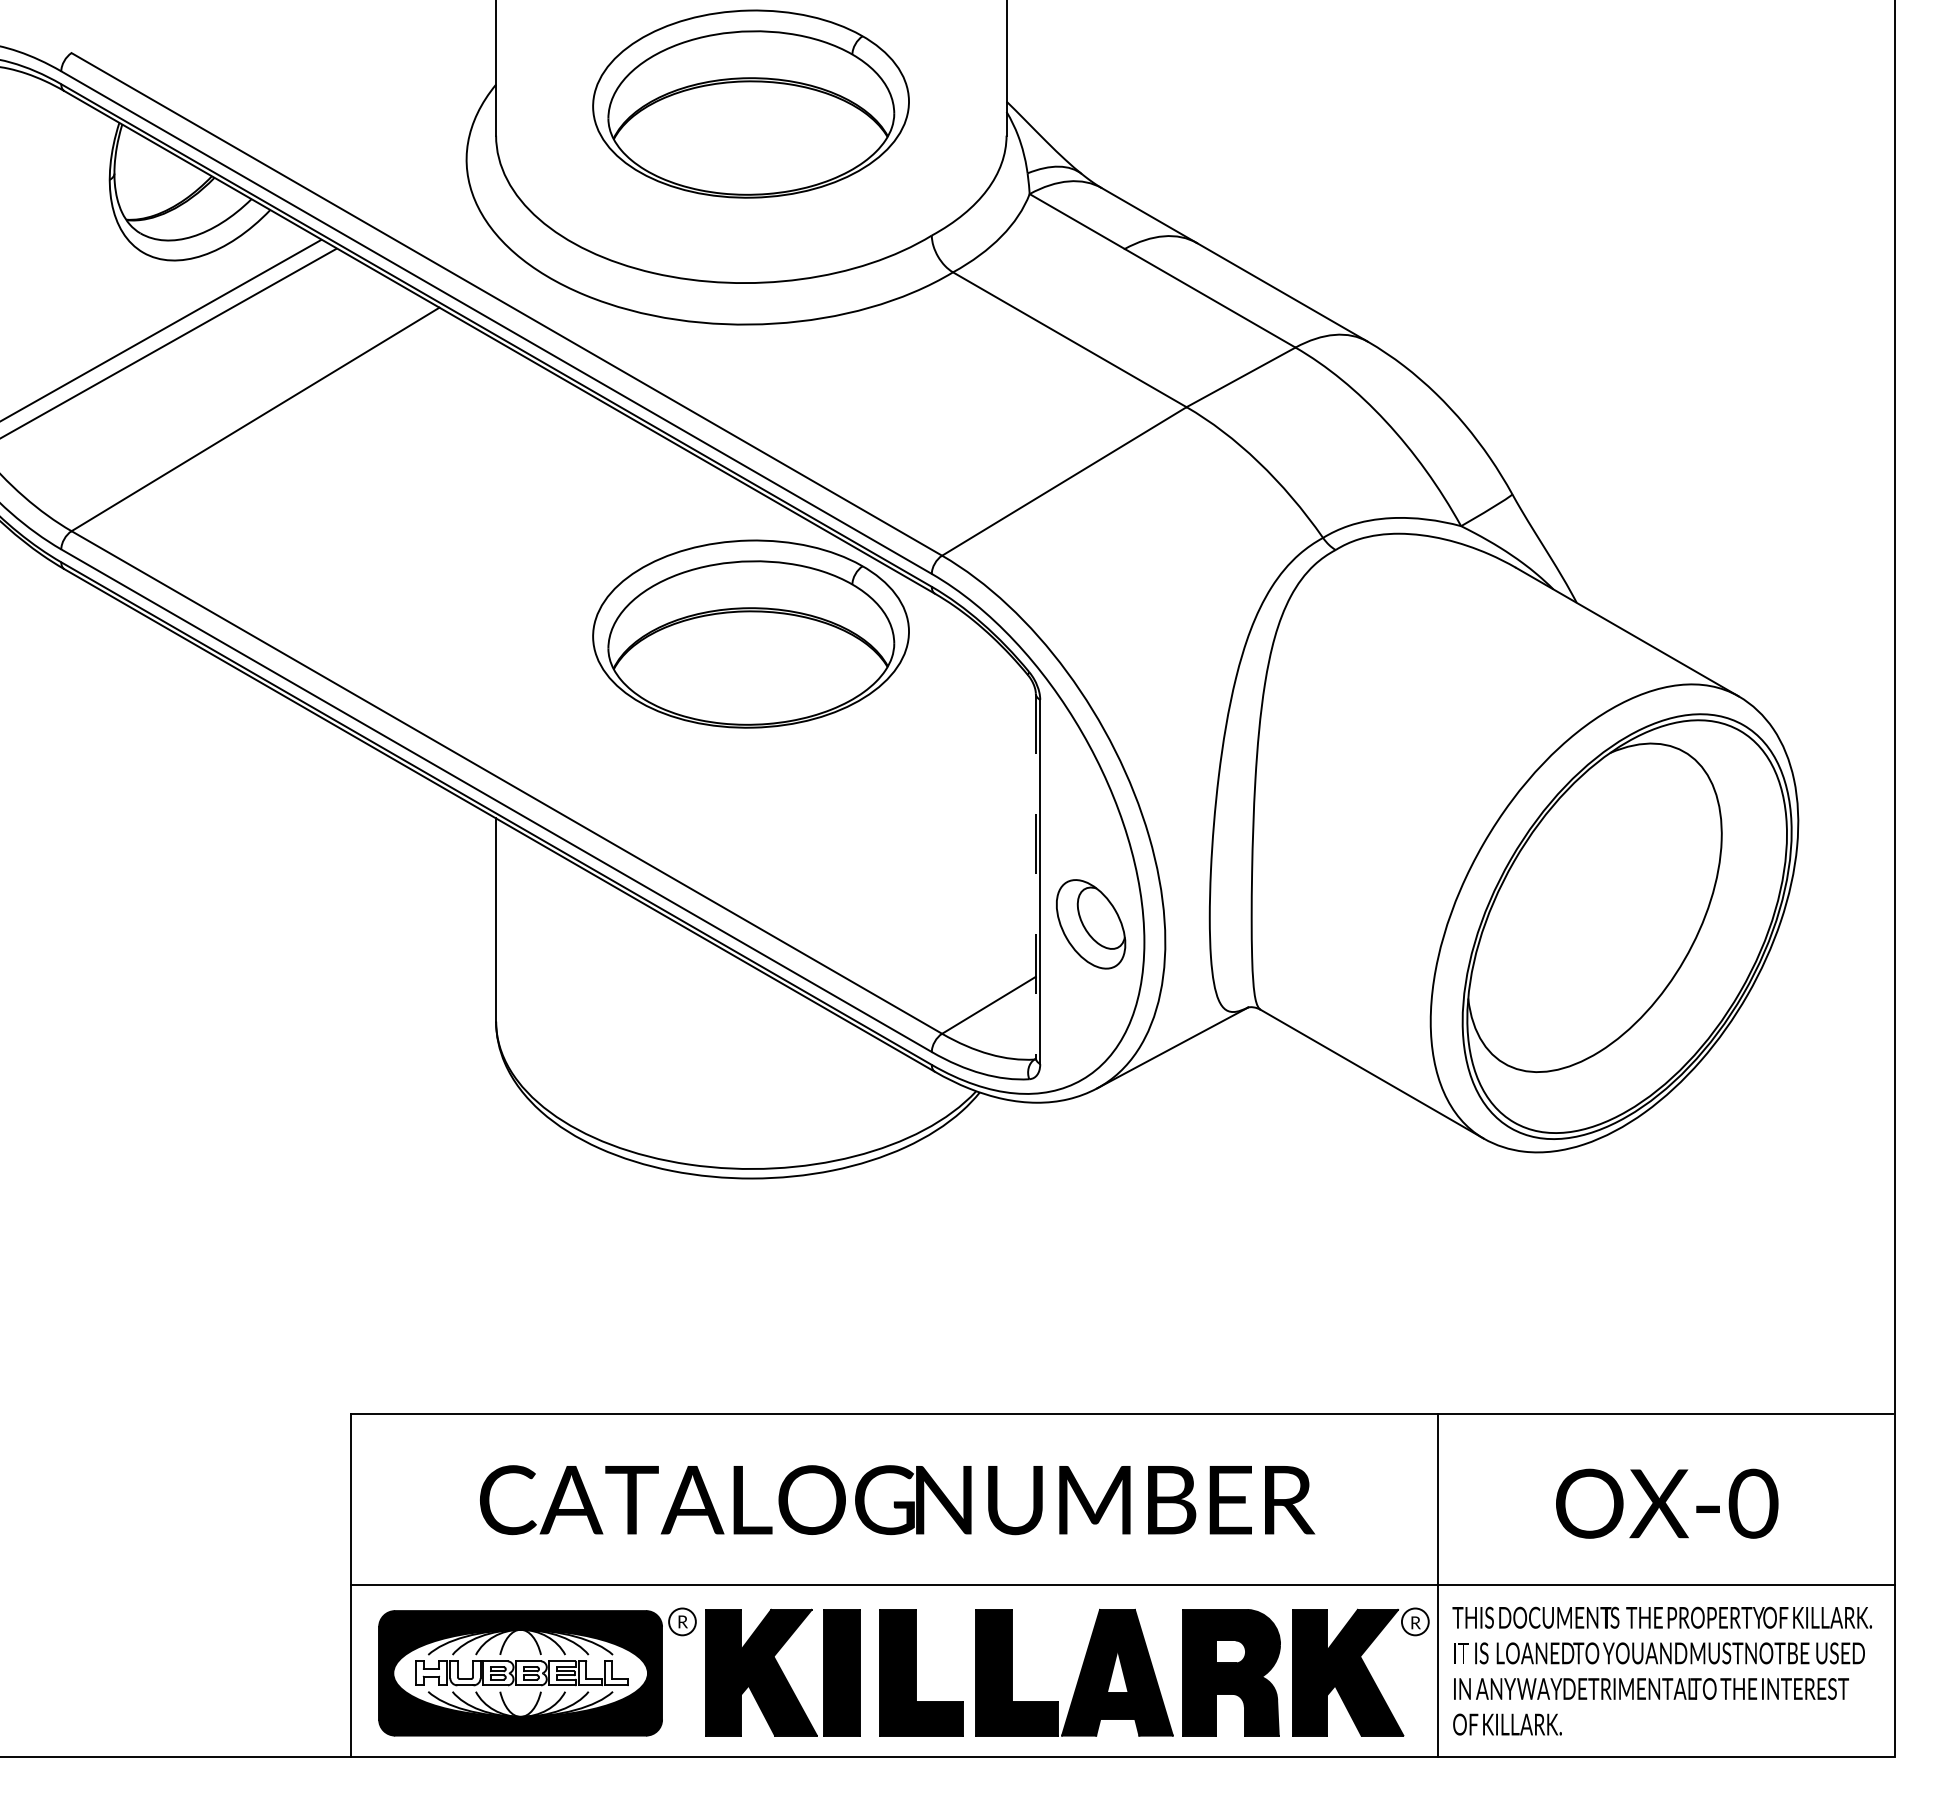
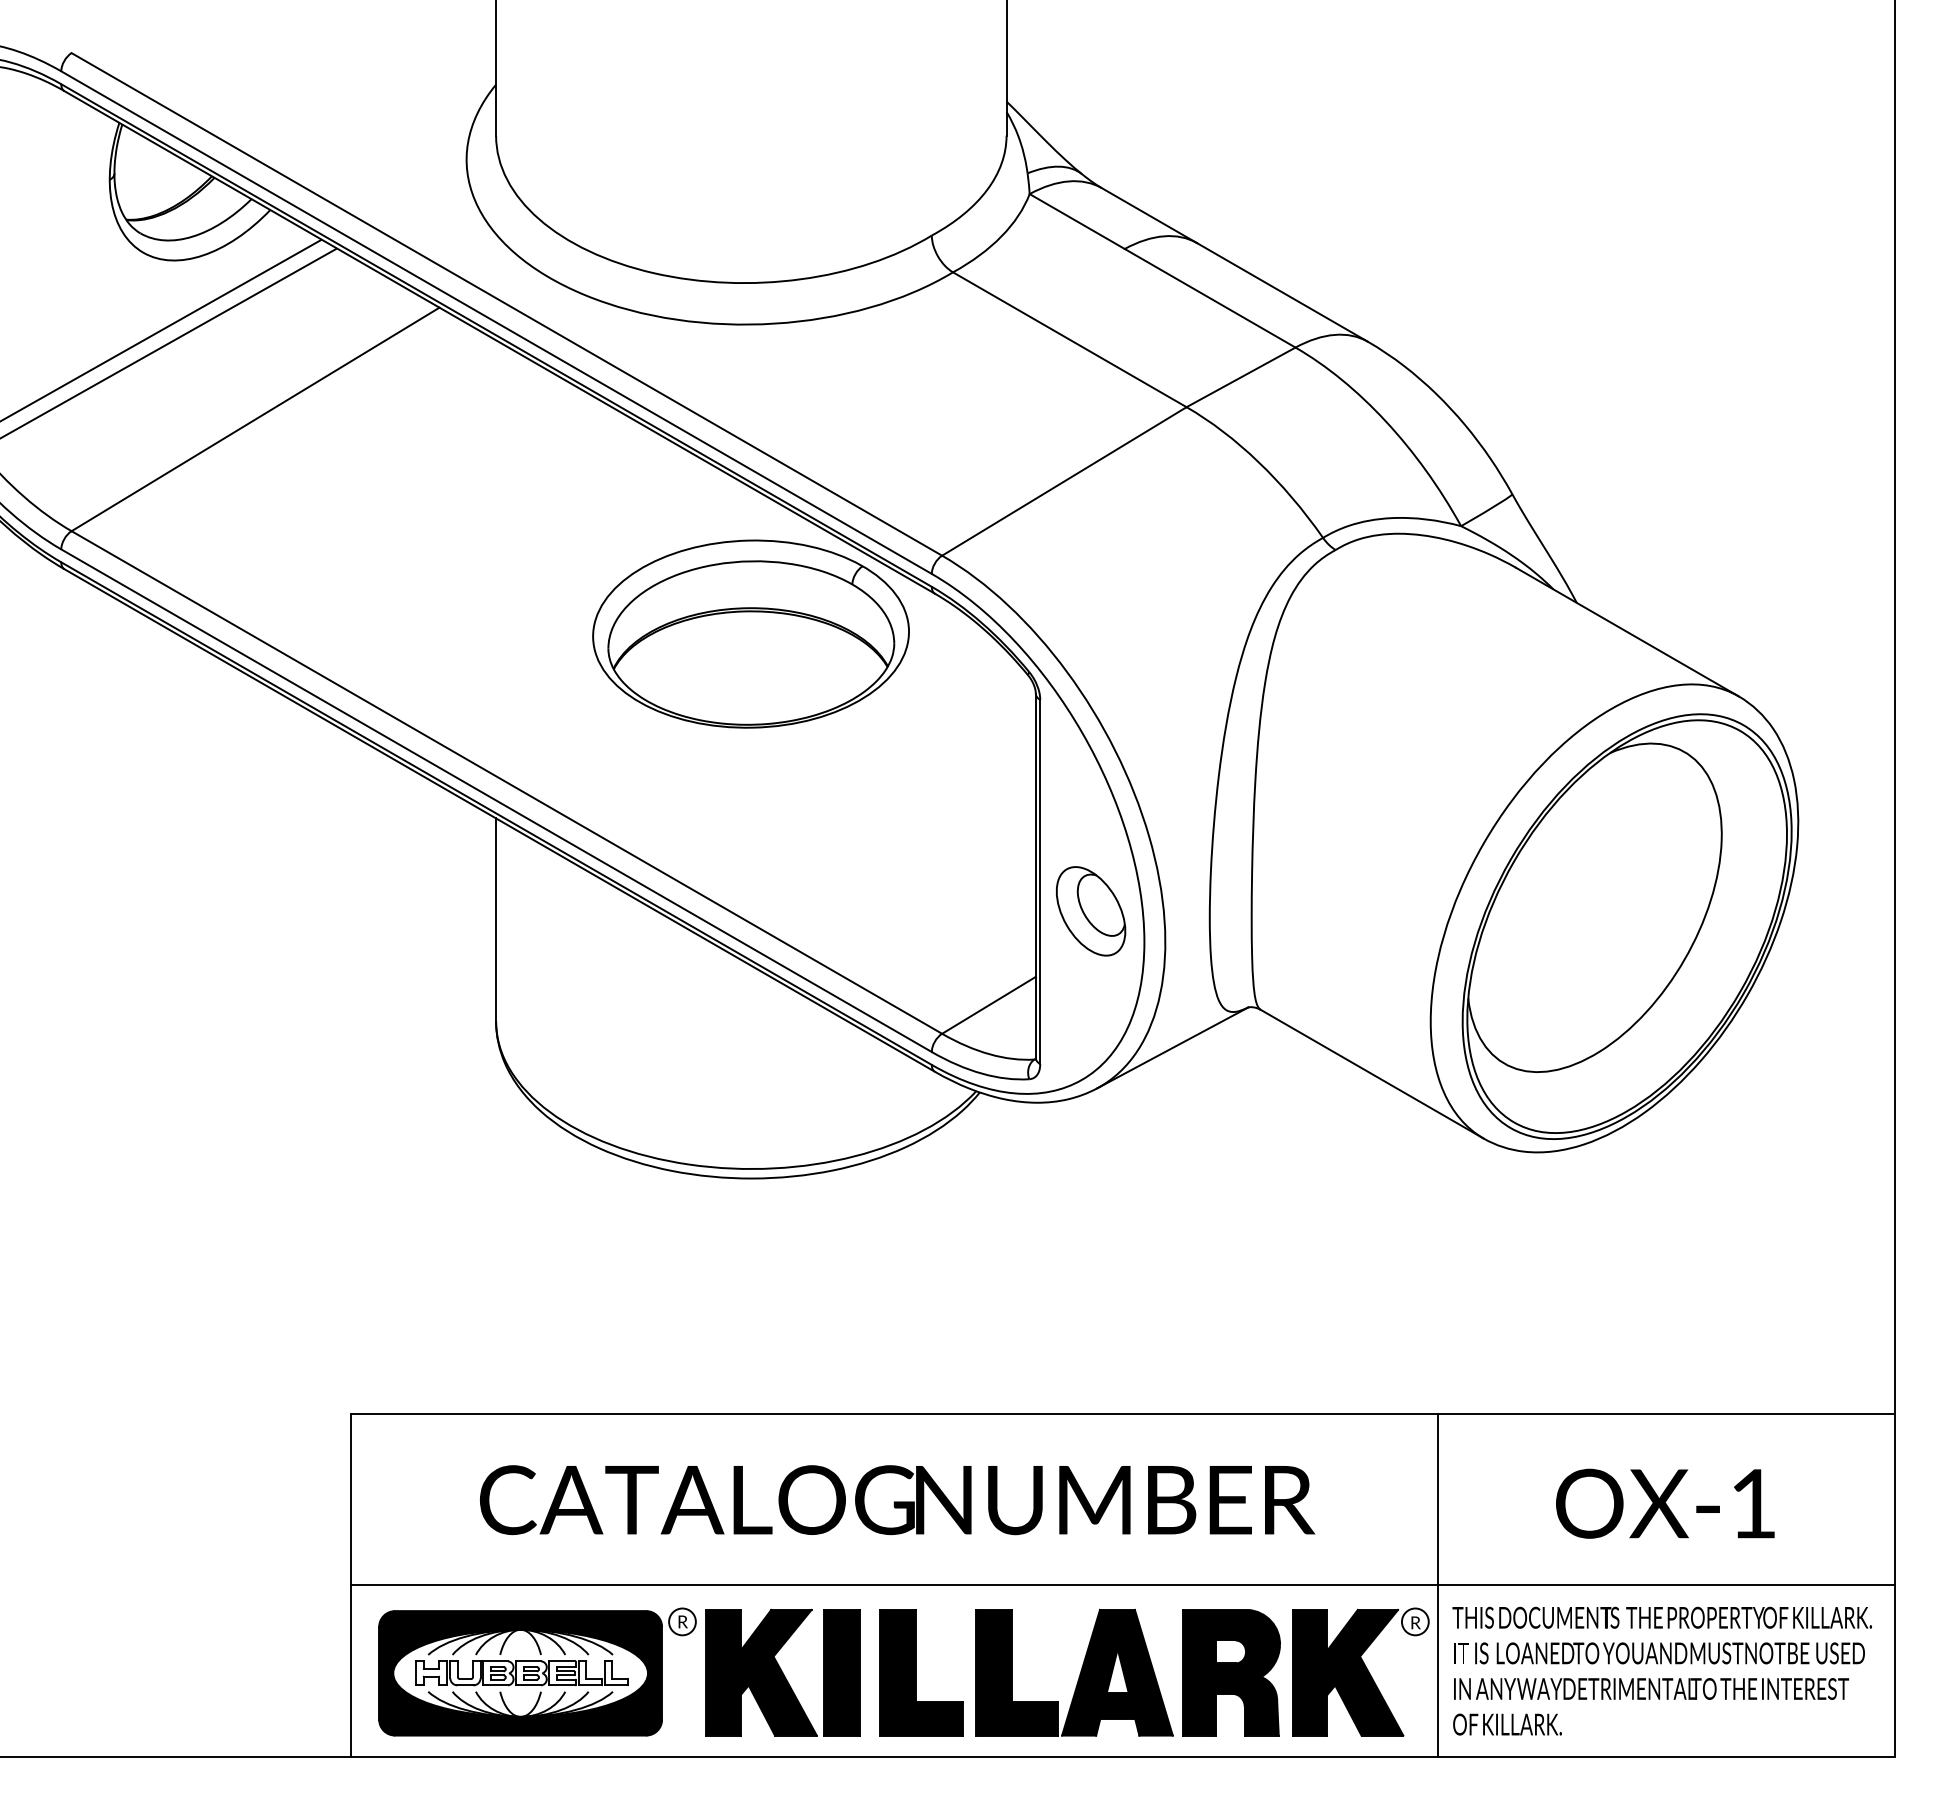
part at (750, 103): present -> none
line at (1035, 876): dashed -> solid
part at (1091, 924) position: (1091, 924) -> (1091, 911)
text at (1753, 1503): OX-0 -> OX-1
